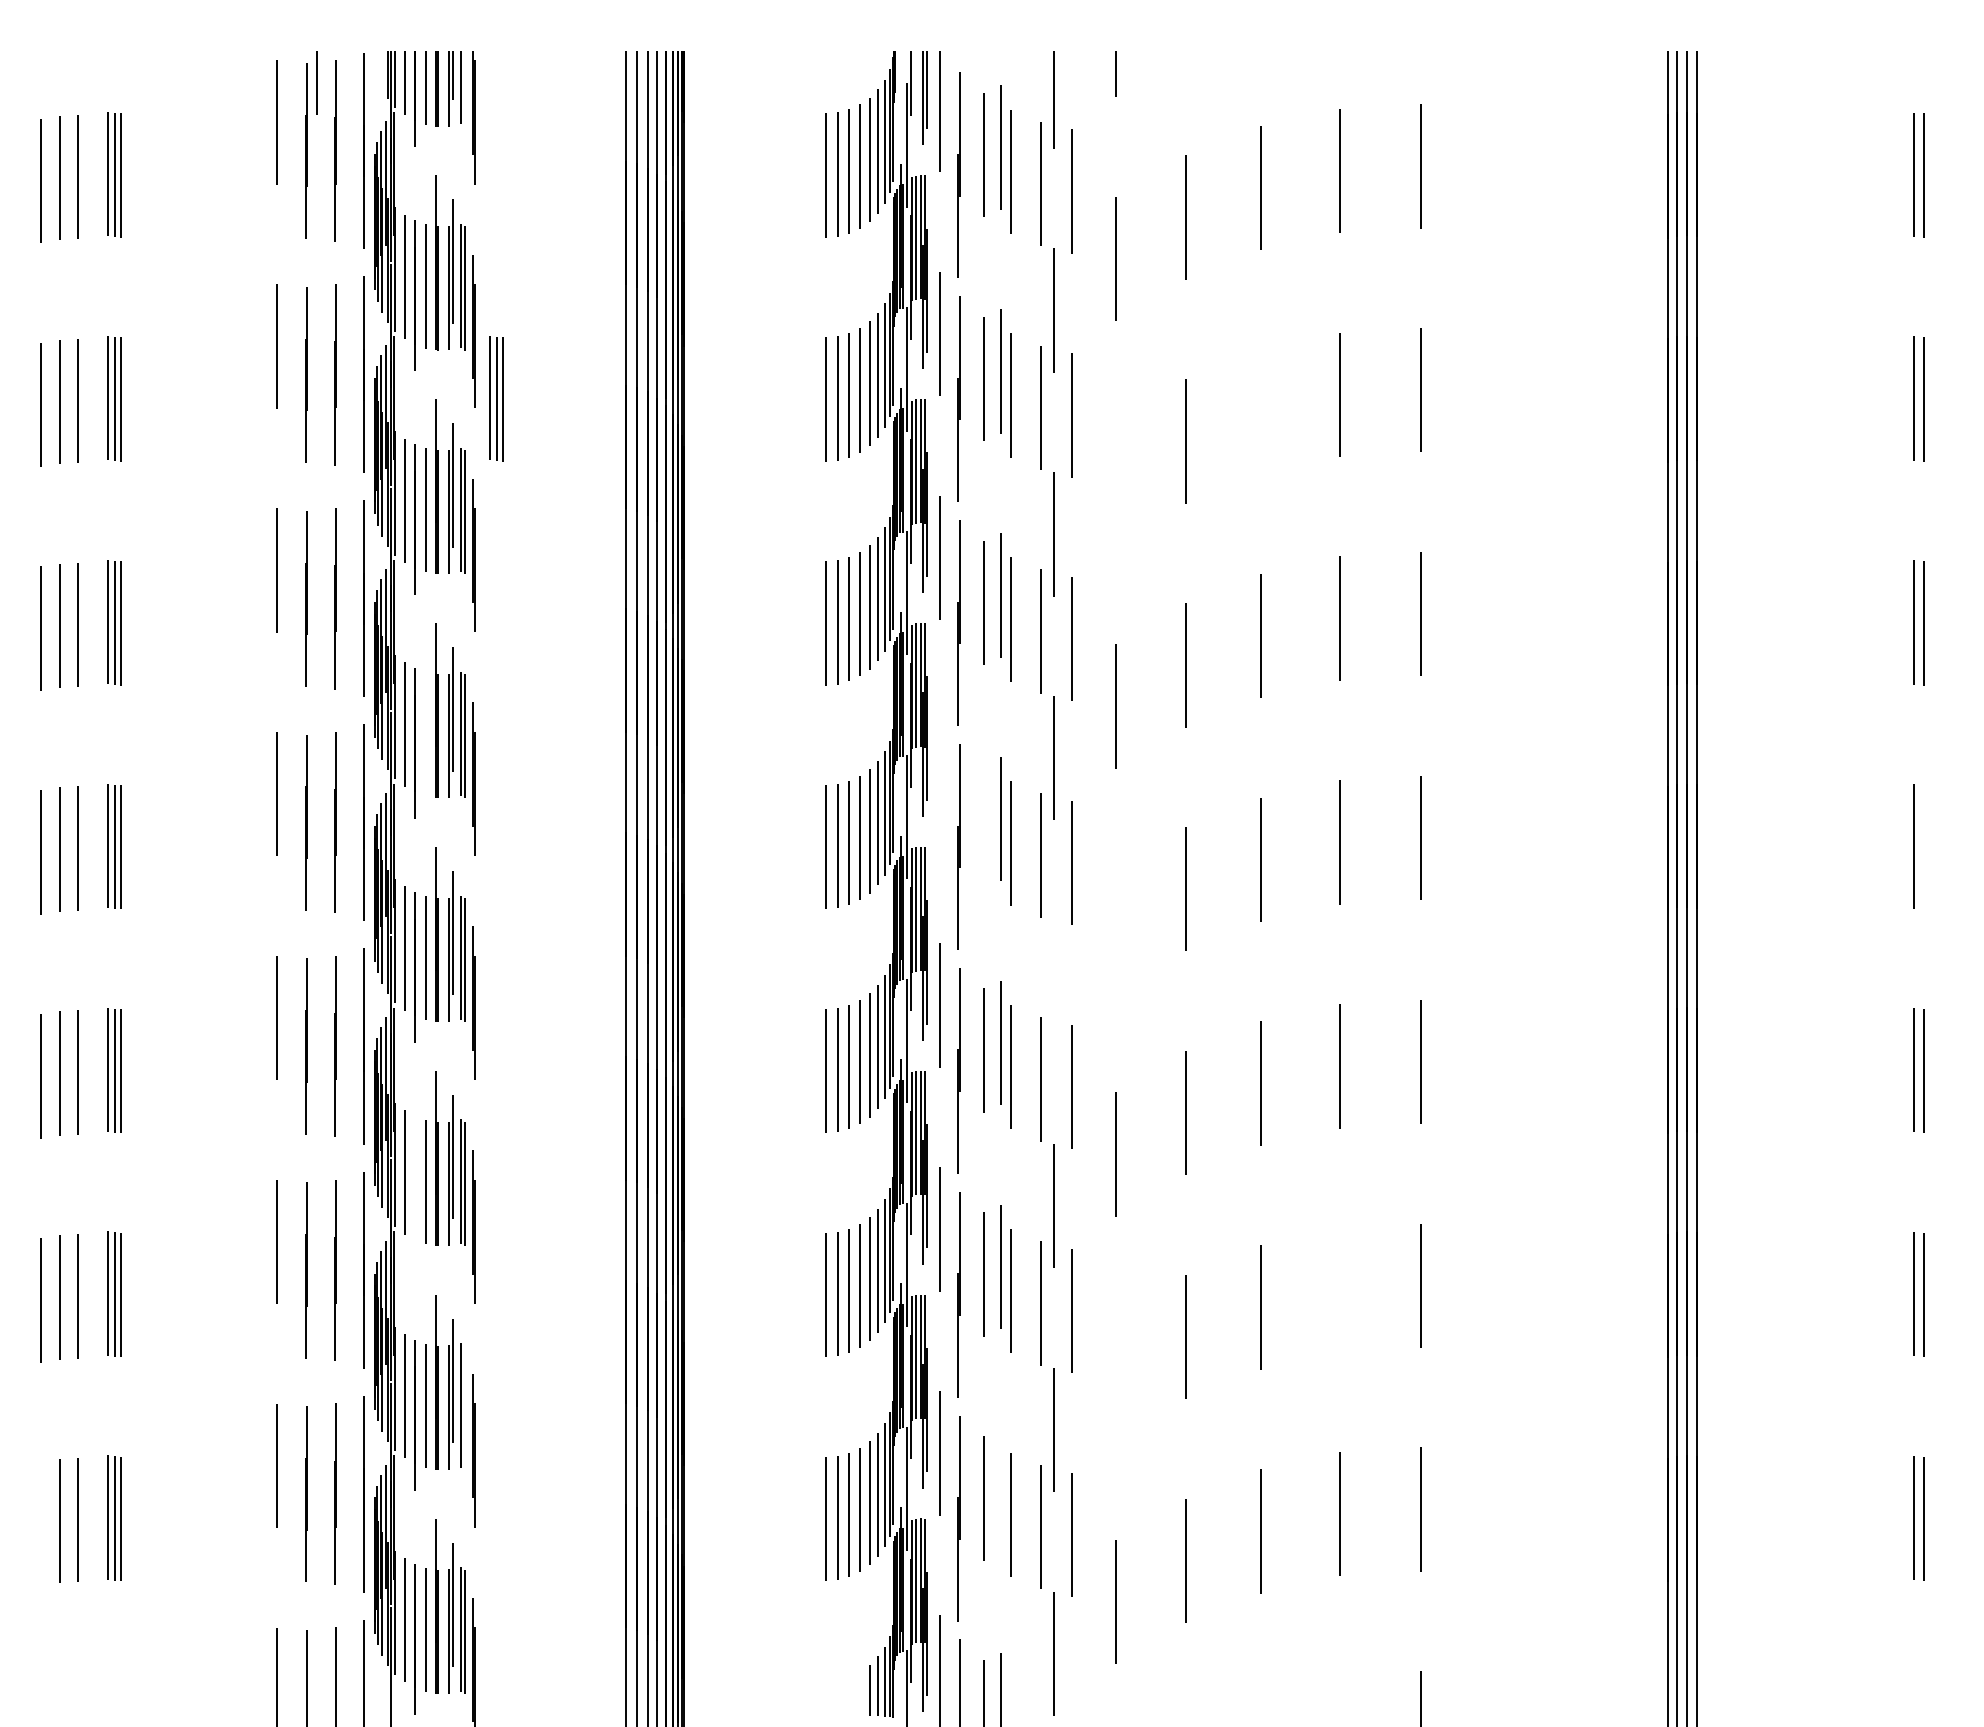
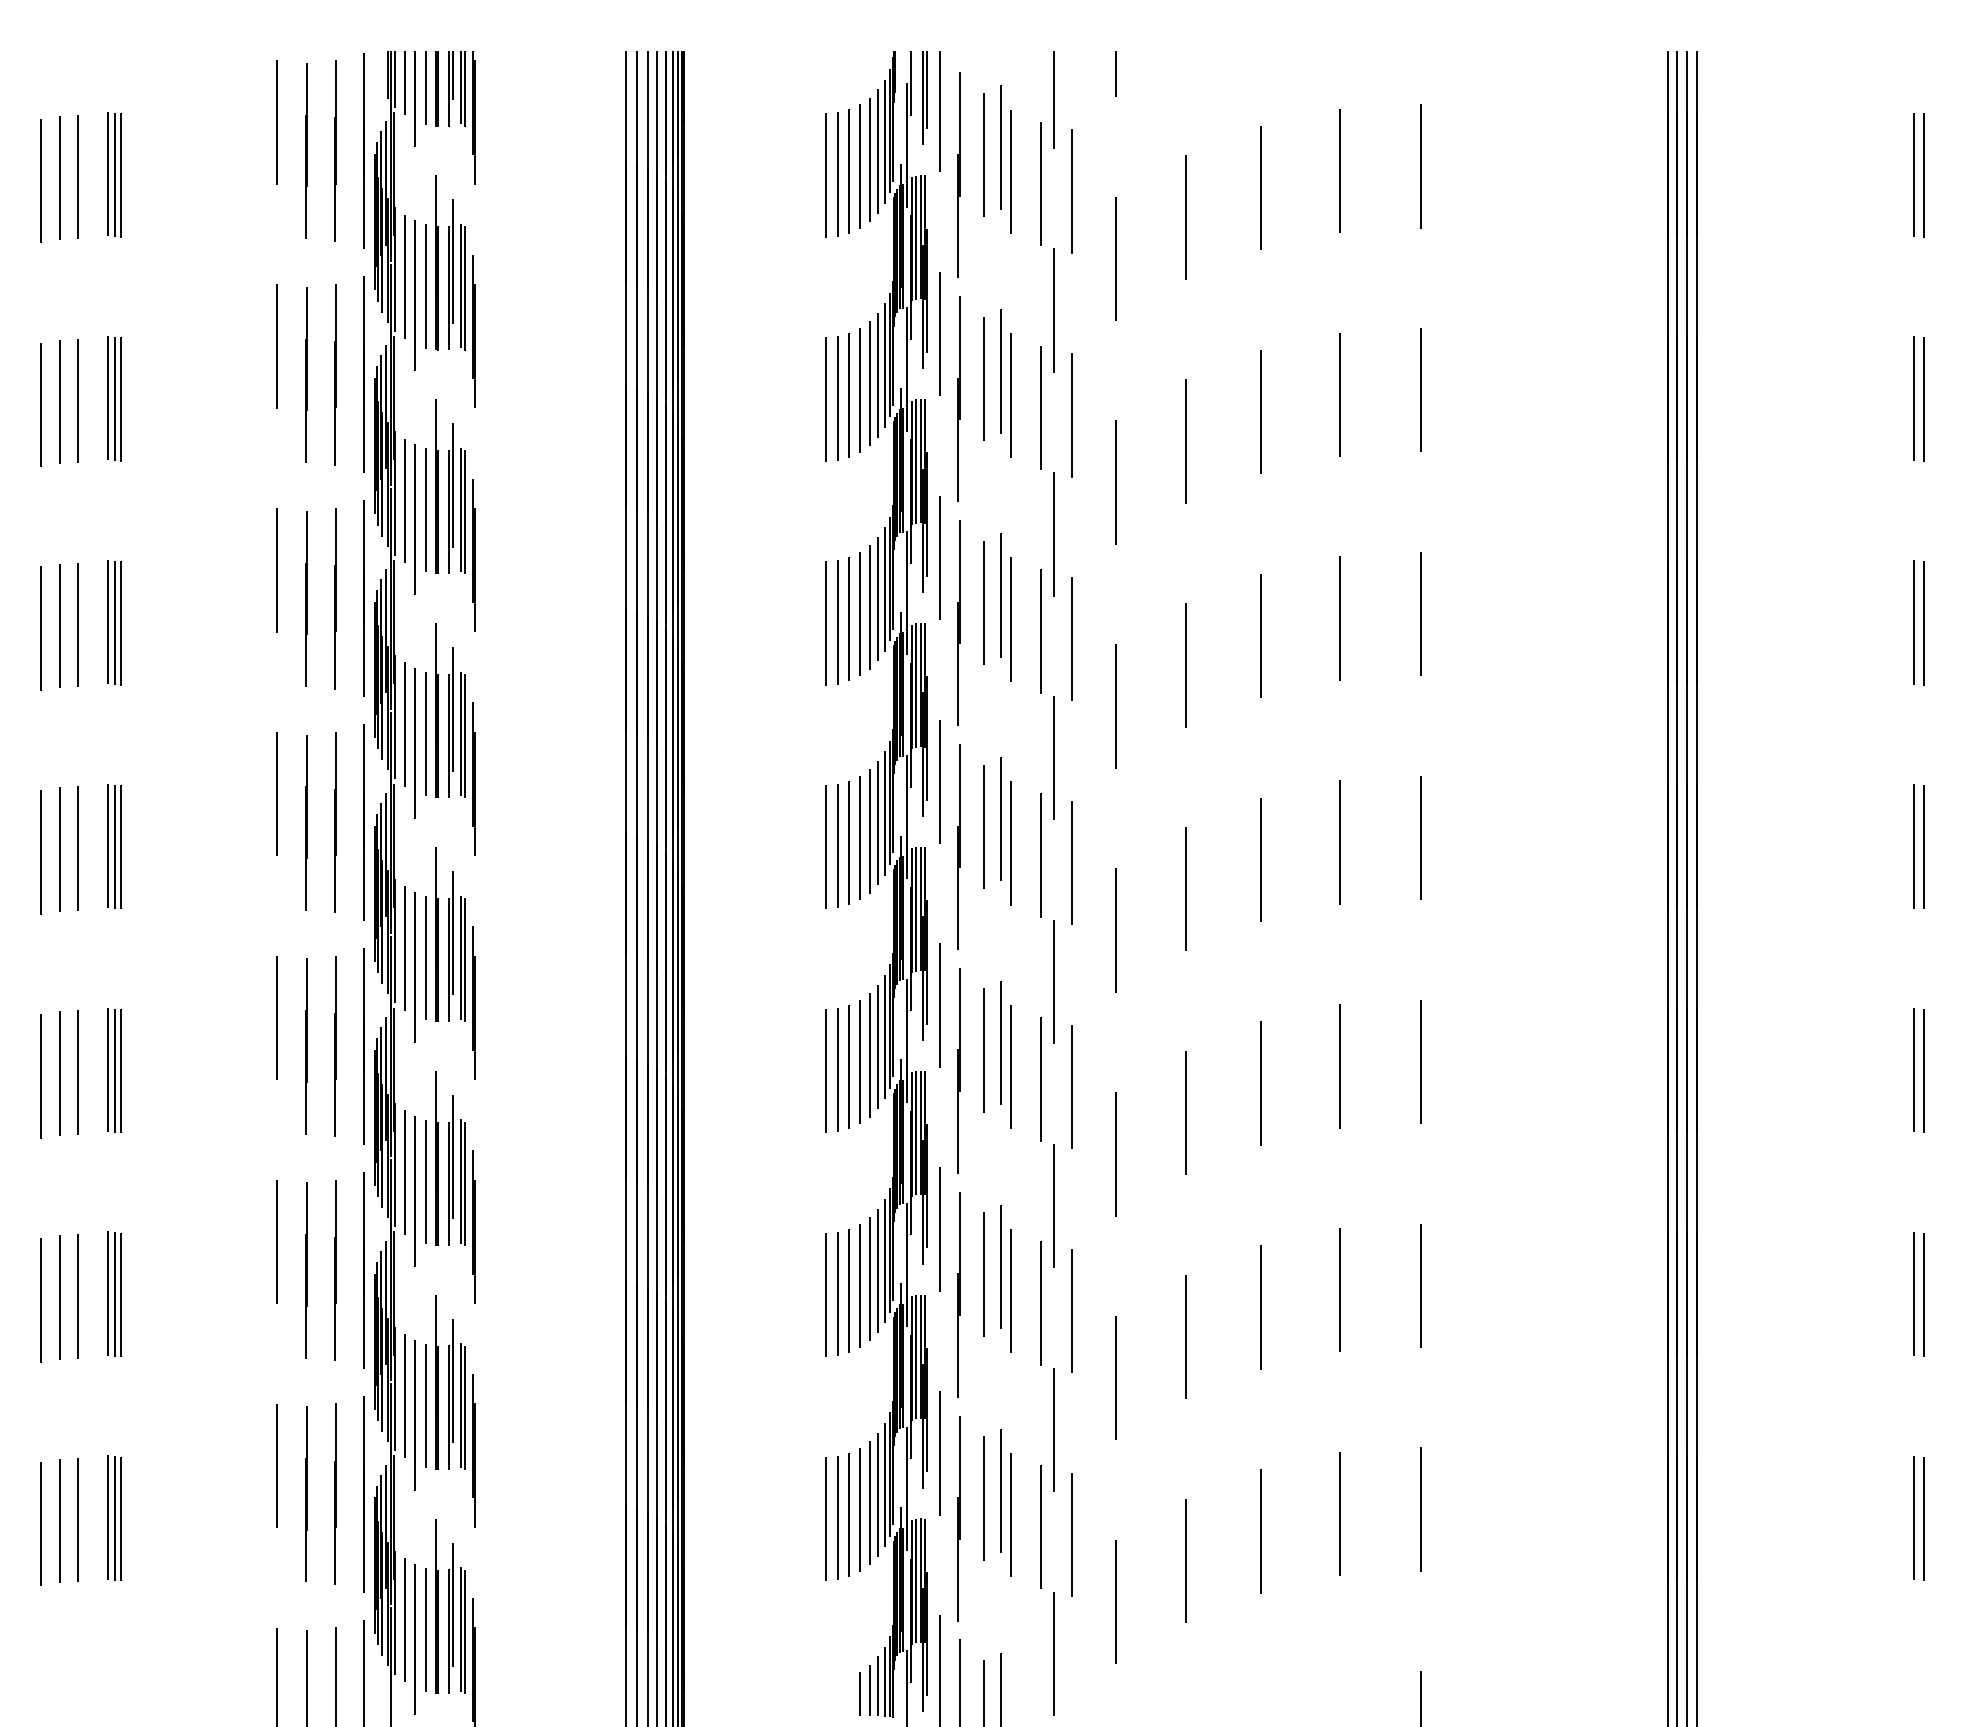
line at (316, 82): present -> none
line at (465, 88): none -> present
part at (496, 398): present -> none
line at (1261, 411): none -> present
line at (1116, 482): none -> present
line at (425, 733): none -> present
line at (939, 781): none -> present
line at (983, 826): none -> present
line at (1924, 847): none -> present
line at (1116, 930): none -> present
line at (1054, 981): none -> present
line at (414, 1191): none -> present
line at (1340, 1290): none -> present
line at (1115, 1377): none -> present
line at (465, 1407): none -> present
line at (1000, 1490): none -> present
line at (41, 1524): none -> present
line at (860, 1693): none -> present
